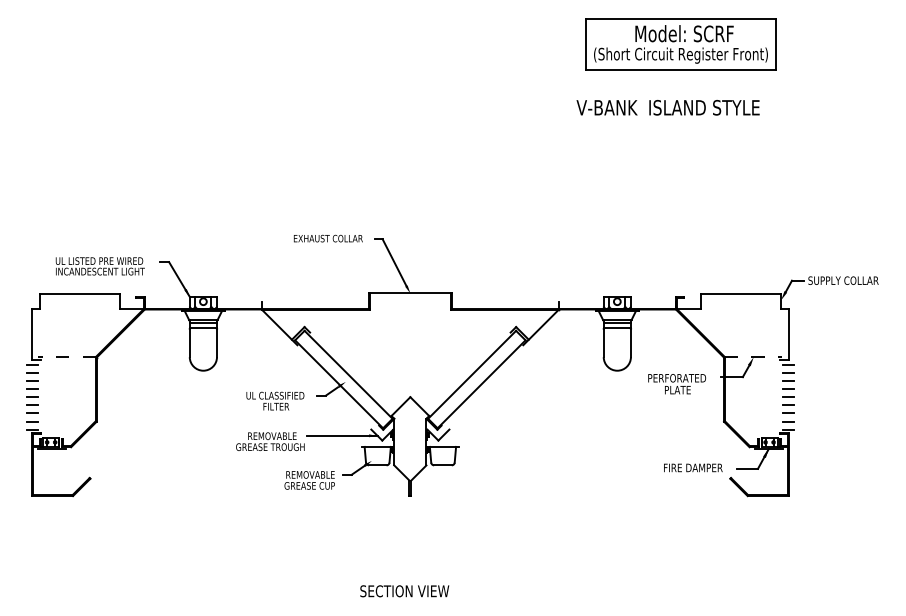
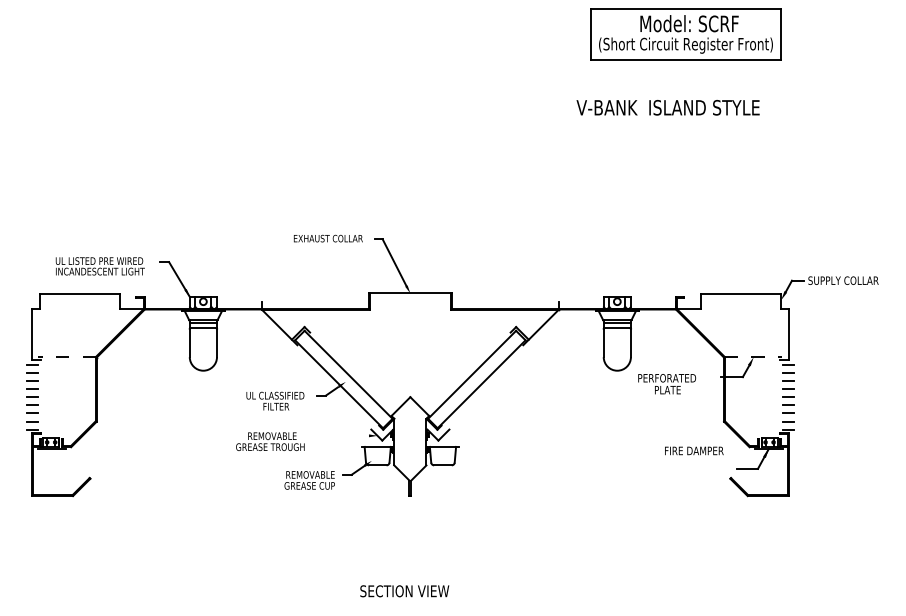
part at (680, 44) position: (680, 44) -> (685, 34)
text at (677, 384) position: (677, 384) -> (667, 384)
line at (342, 435): present -> none
text at (693, 467) position: (693, 467) -> (694, 450)
